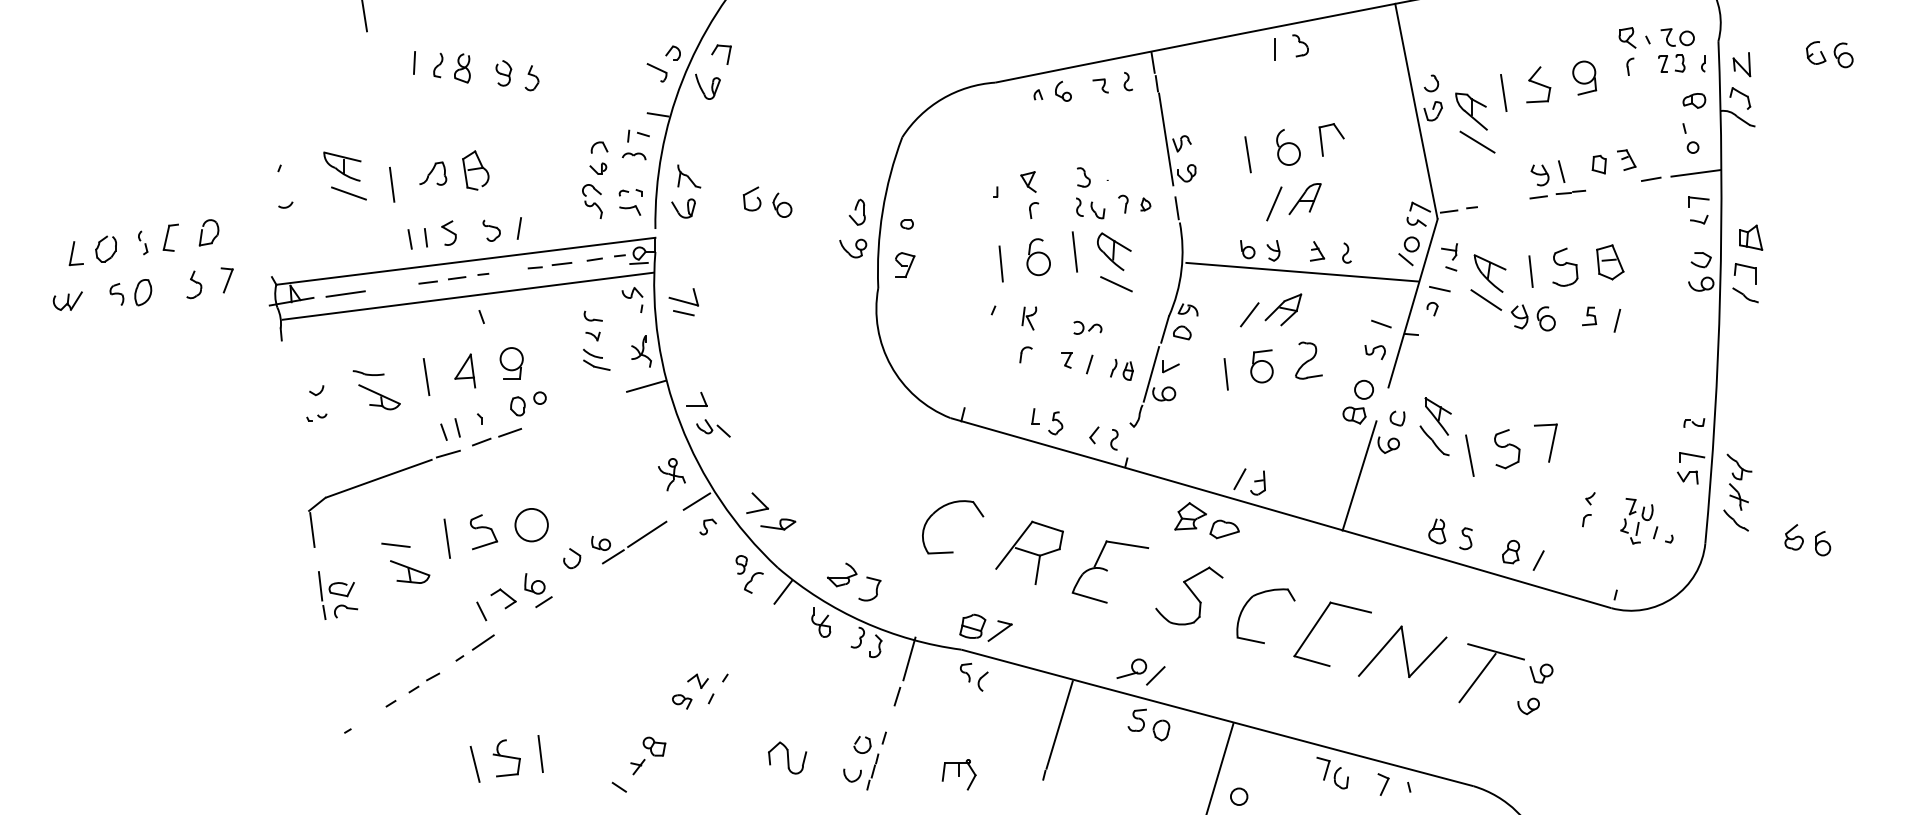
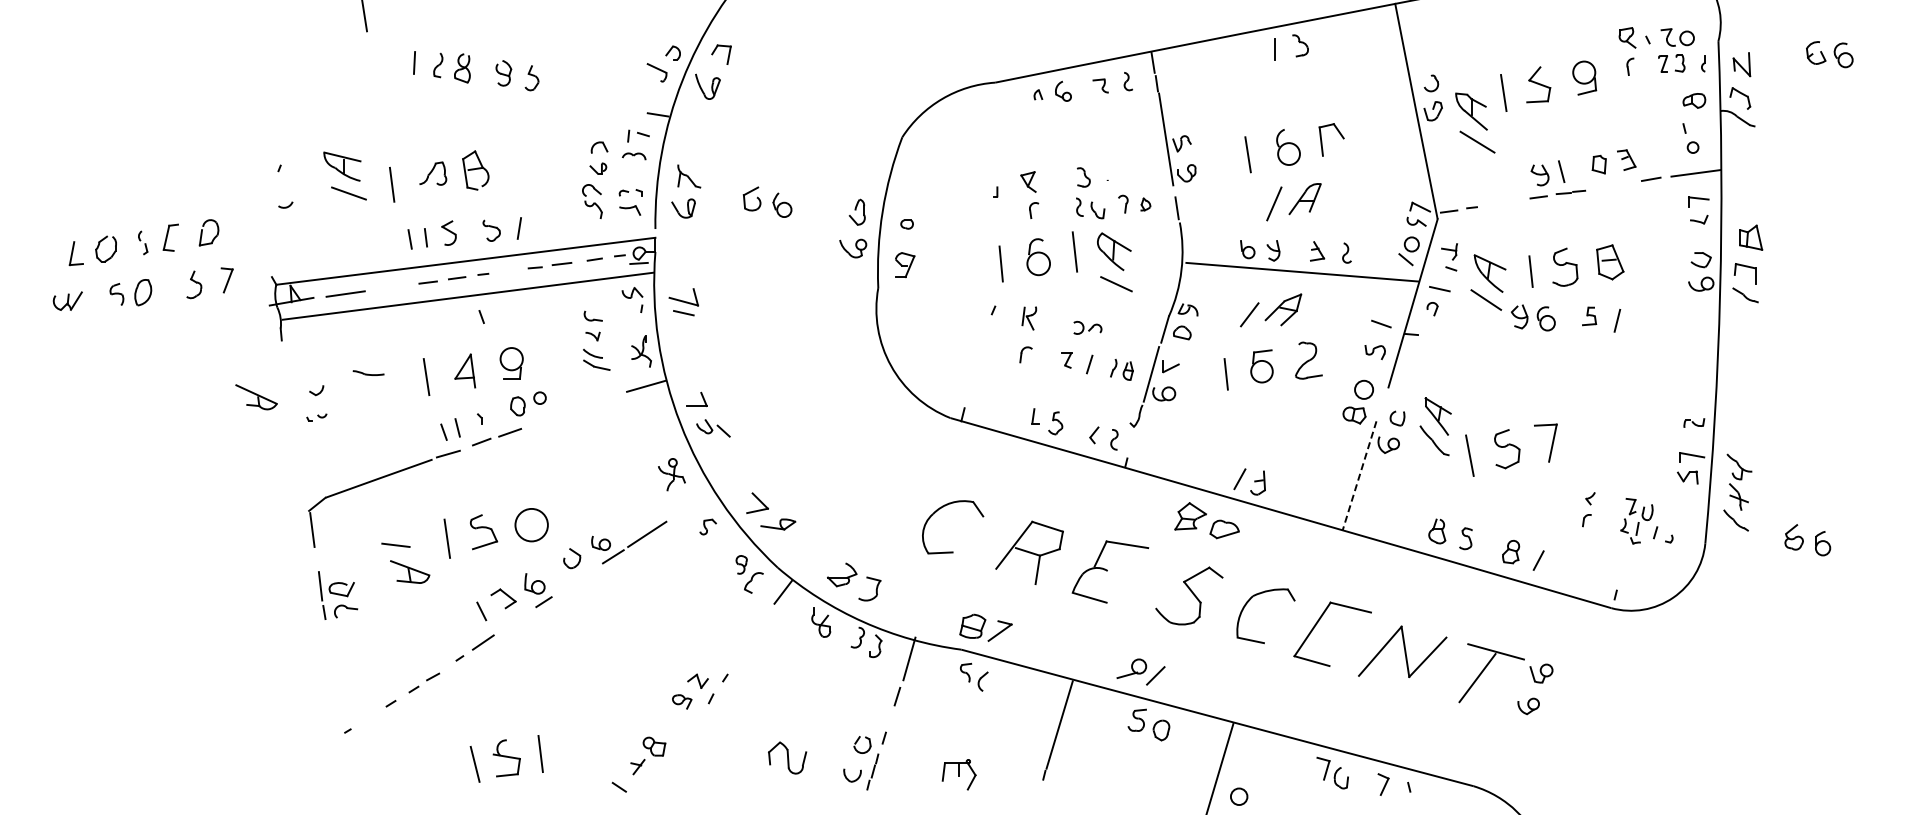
part at (379, 397) position: (379, 397) -> (256, 397)
line at (1359, 476): solid -> dashed
line at (696, 501): present -> none
